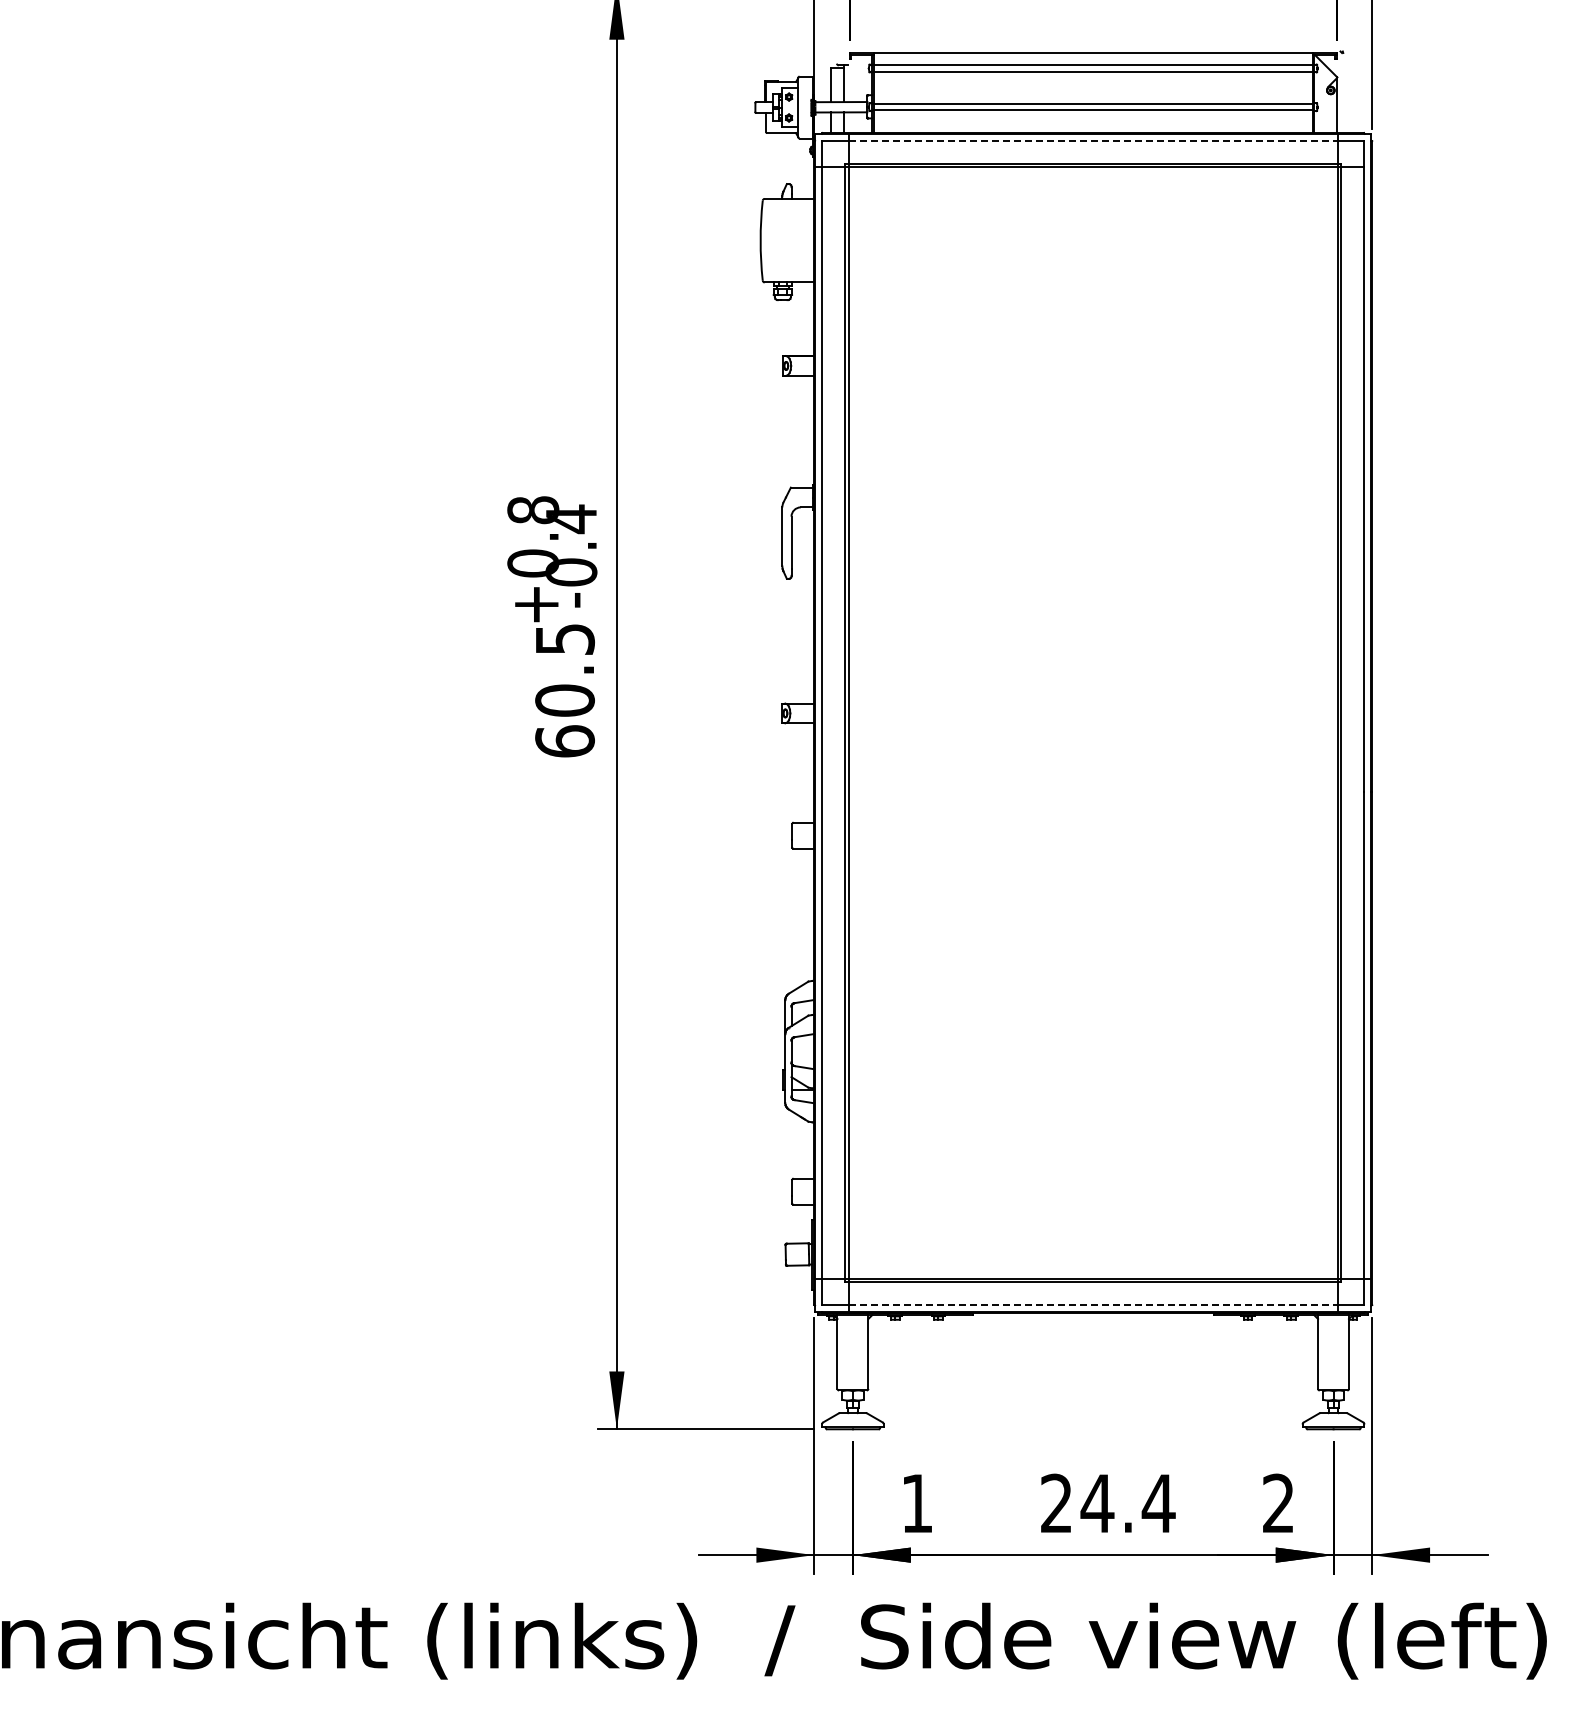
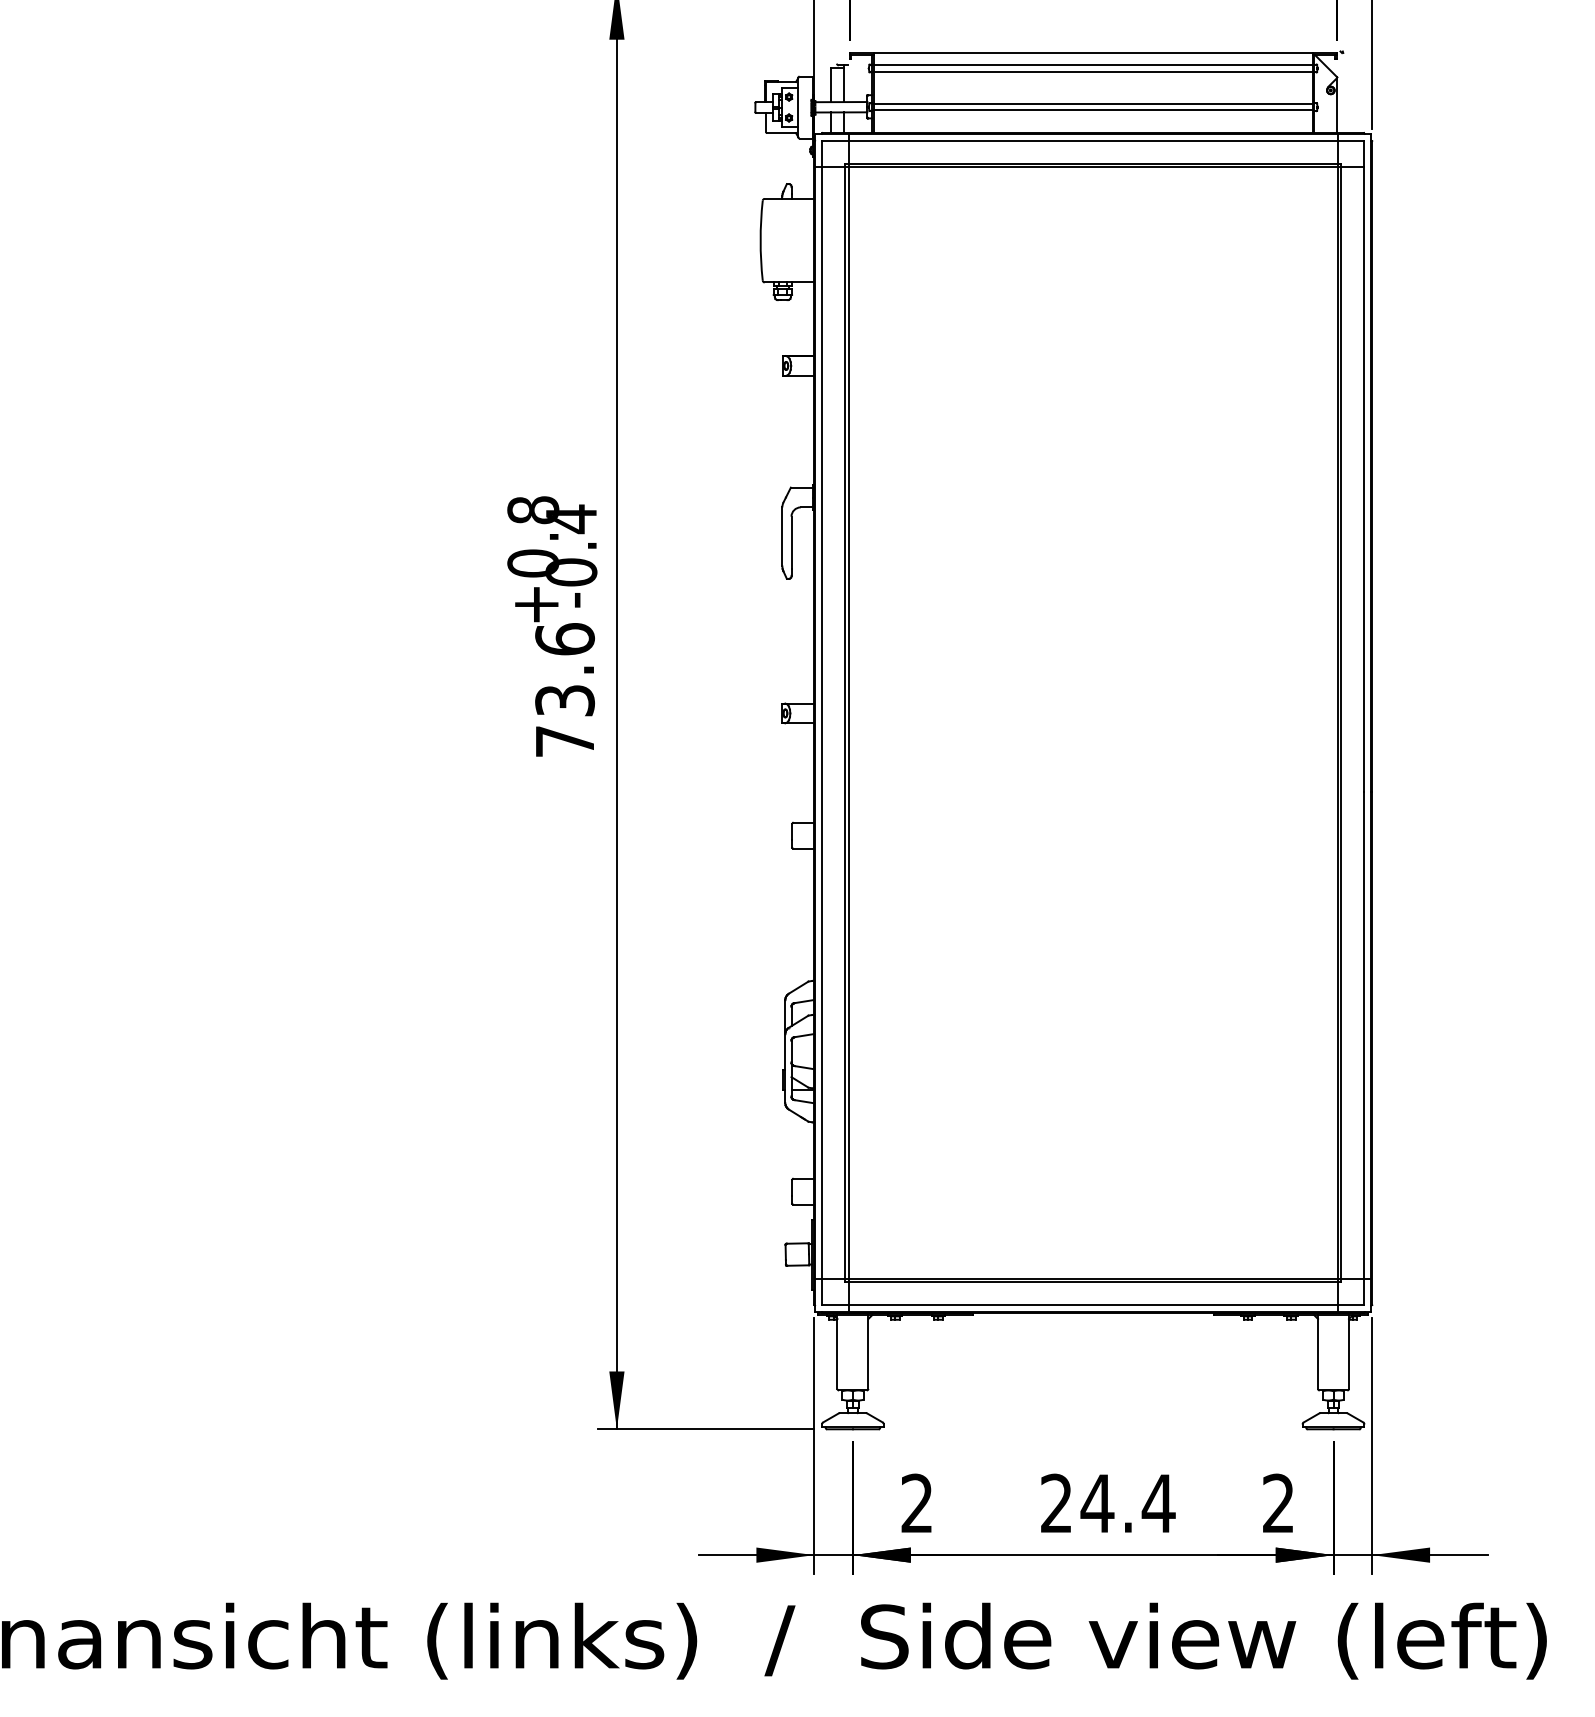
line at (1093, 141): dashed -> solid
text at (564, 690): 60.5 -> 73.6
line at (1093, 1305): dashed -> solid
text at (916, 1502): 1 -> 2
